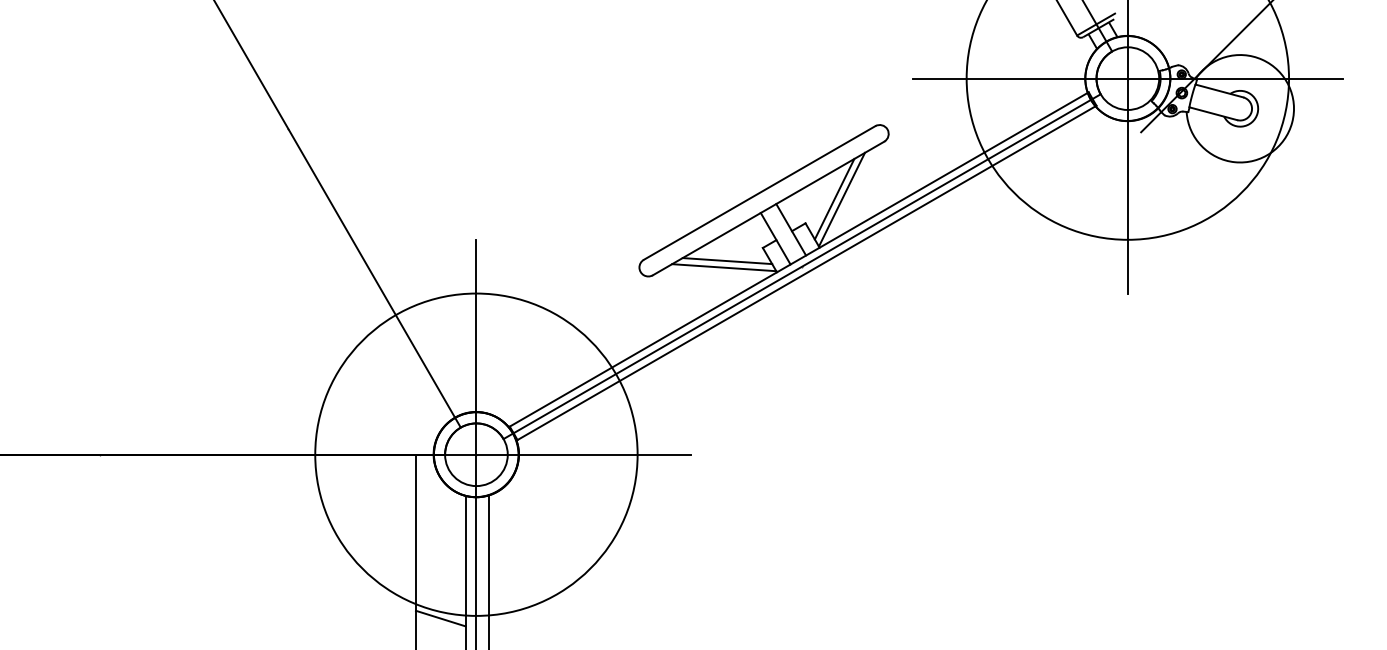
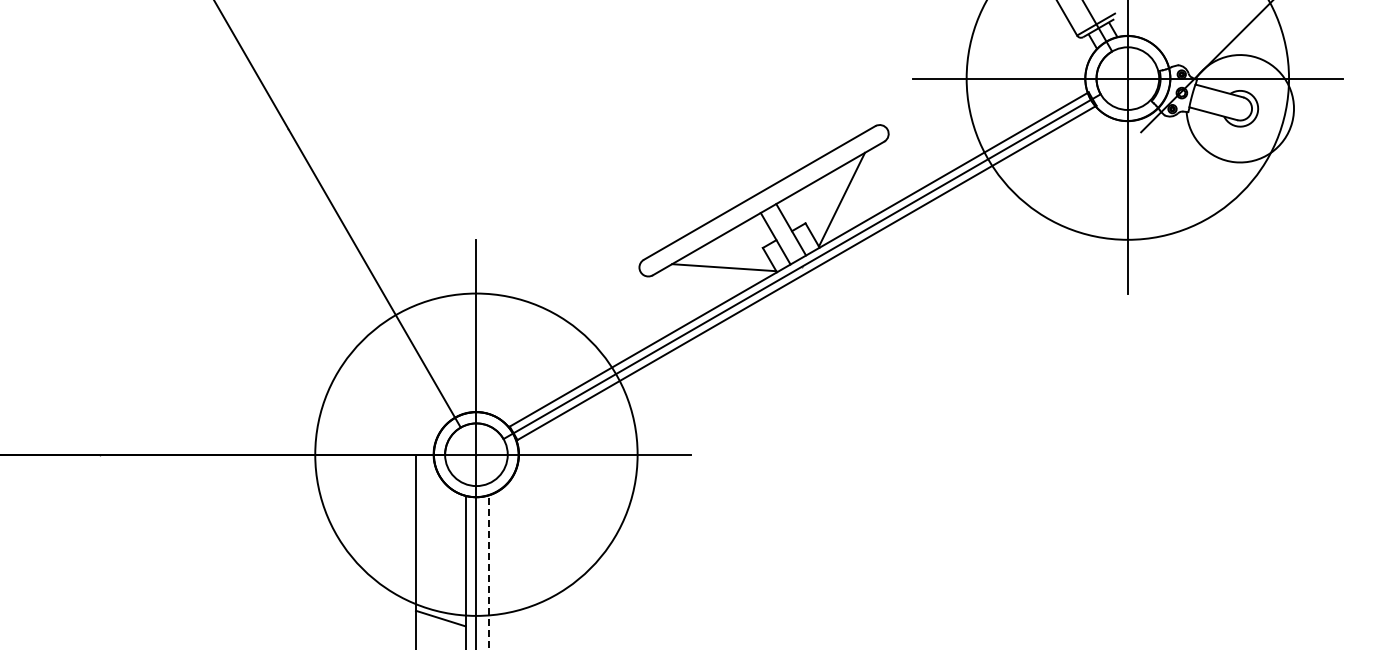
line at (834, 198): present -> none
line at (727, 261): present -> none
line at (489, 572): solid -> dashed
